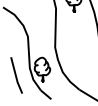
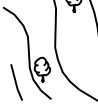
line at (16, 75) position: (16, 75) -> (16, 82)
